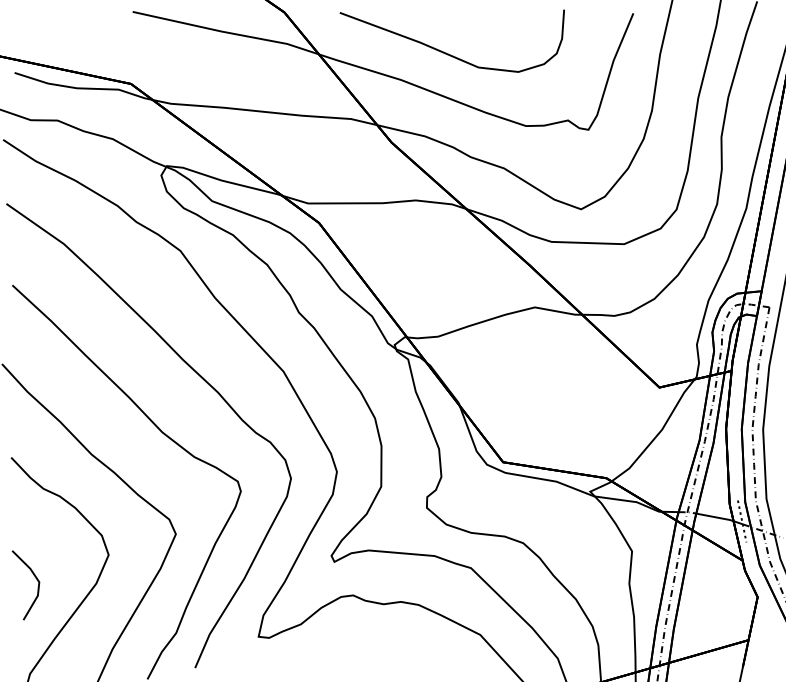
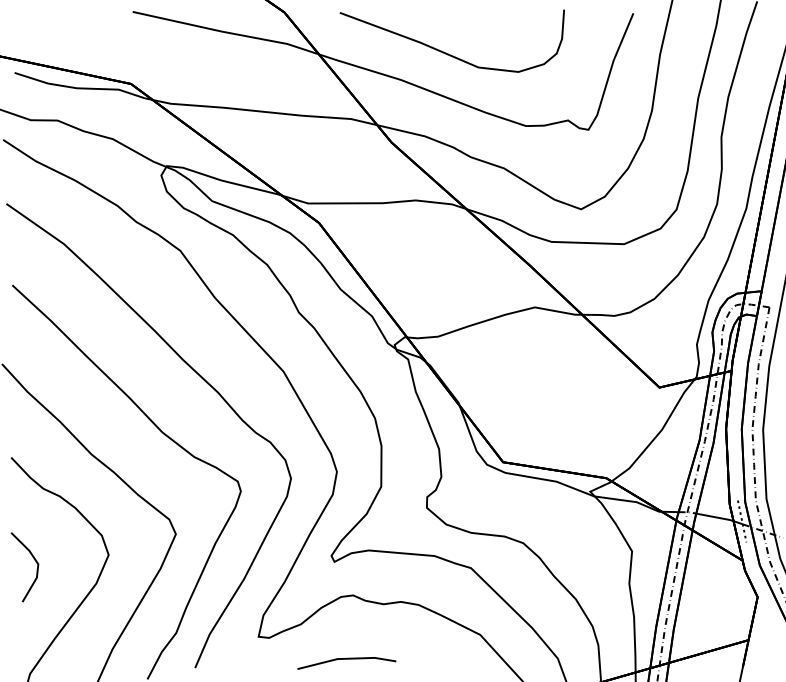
line at (37, 587) position: (37, 587) -> (36, 569)
line at (346, 659): none -> present
